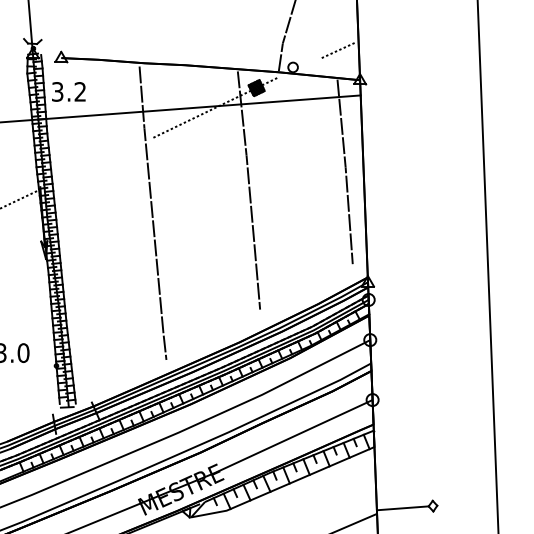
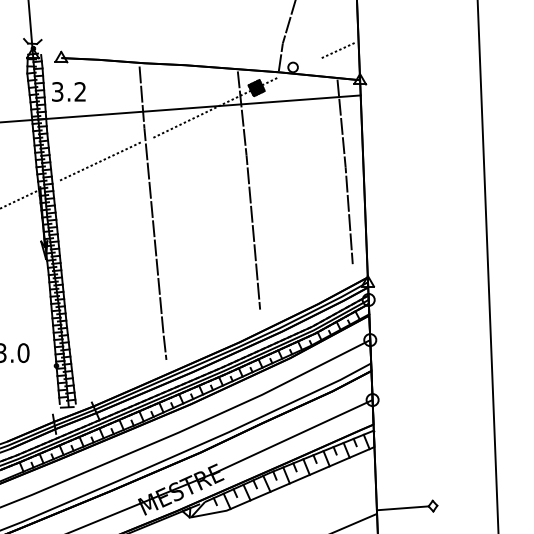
line at (100, 161): none -> present
